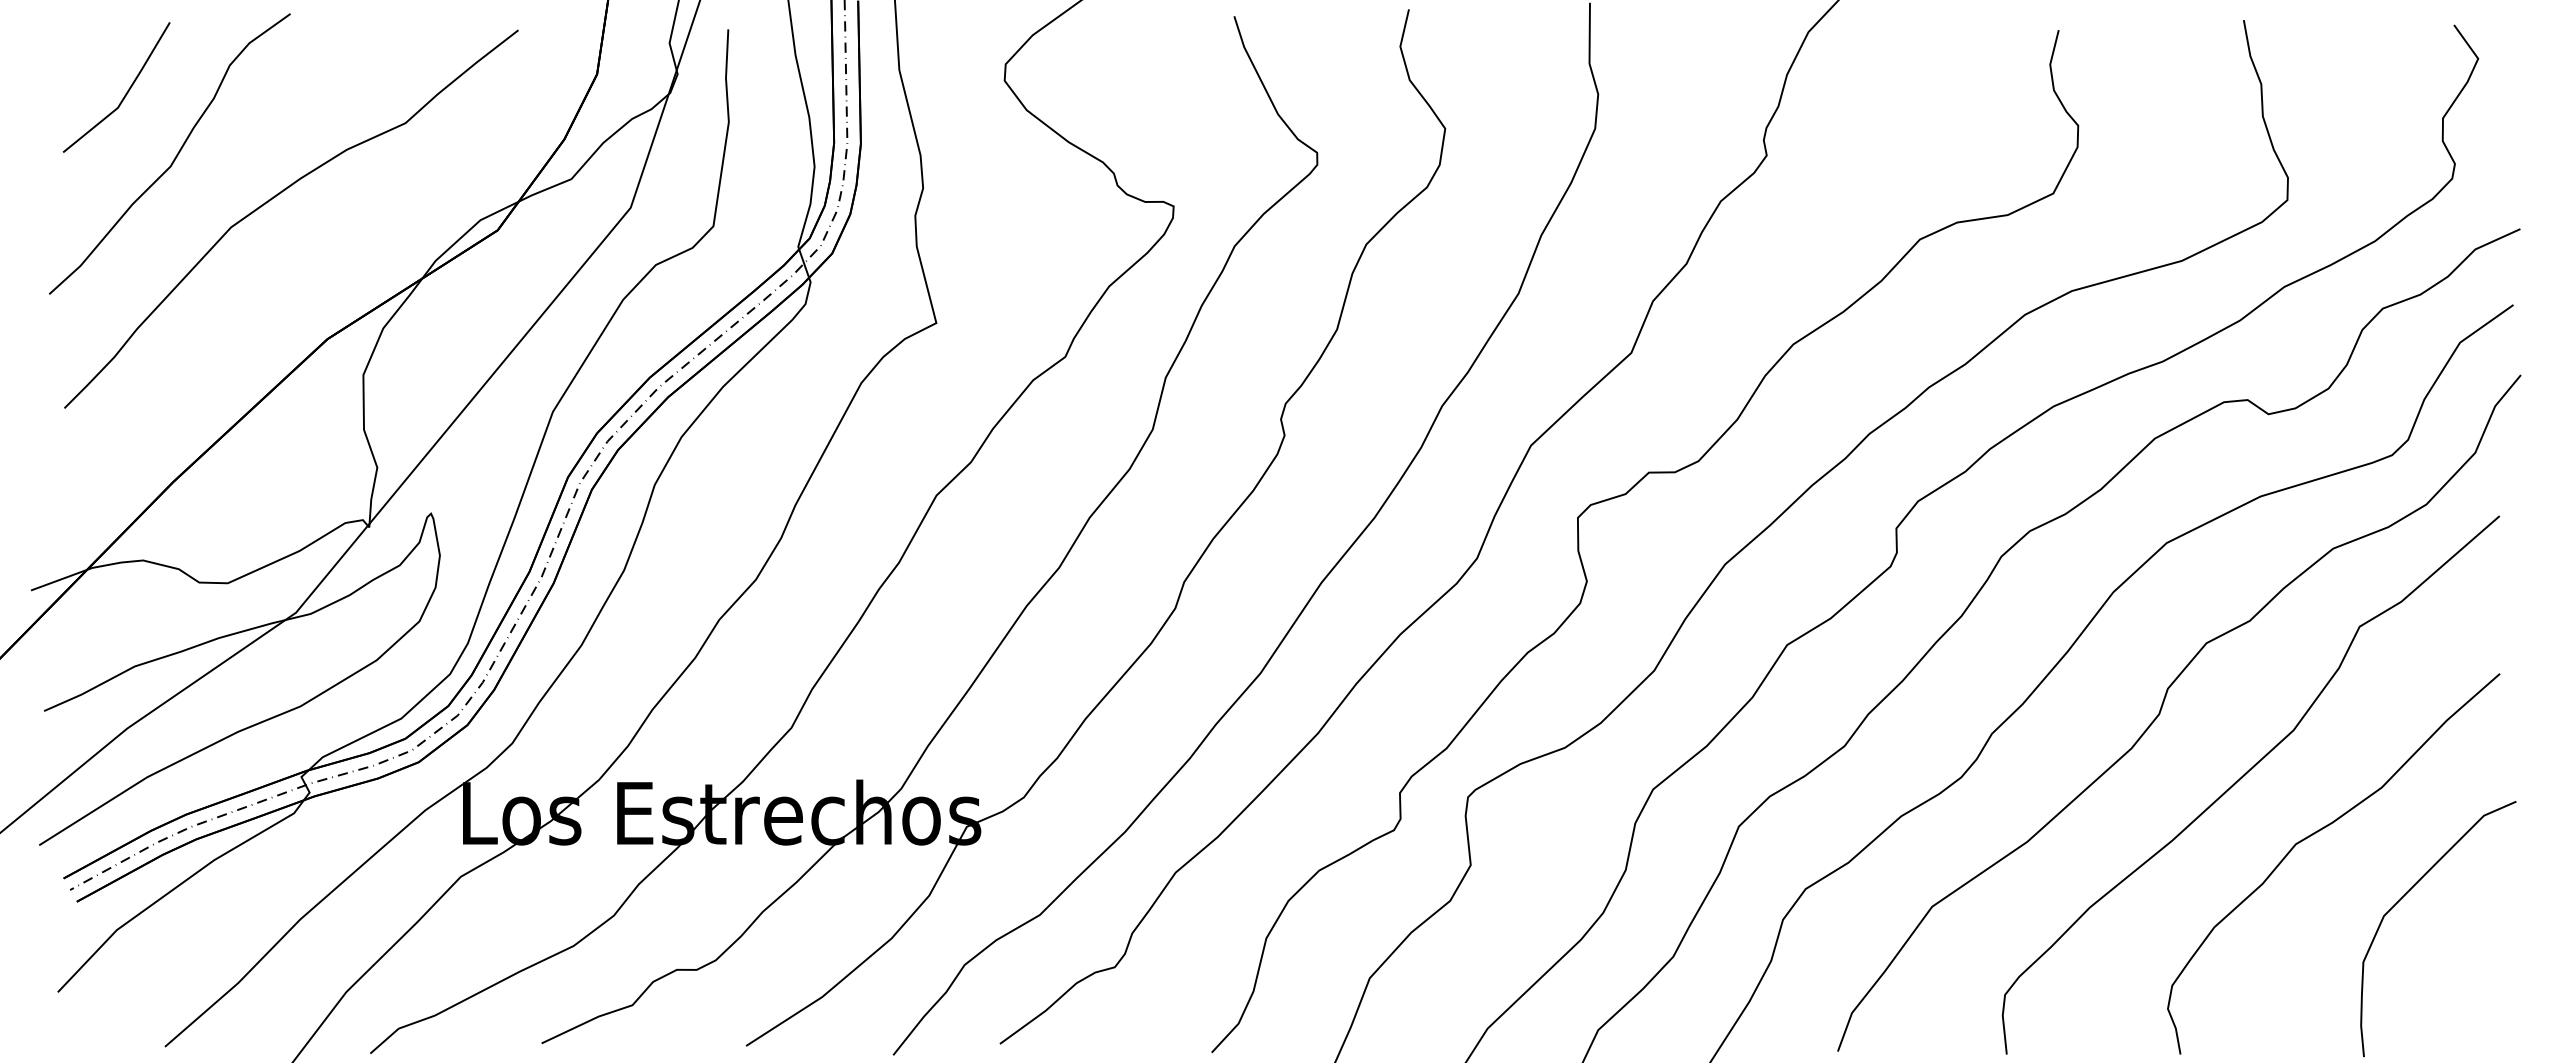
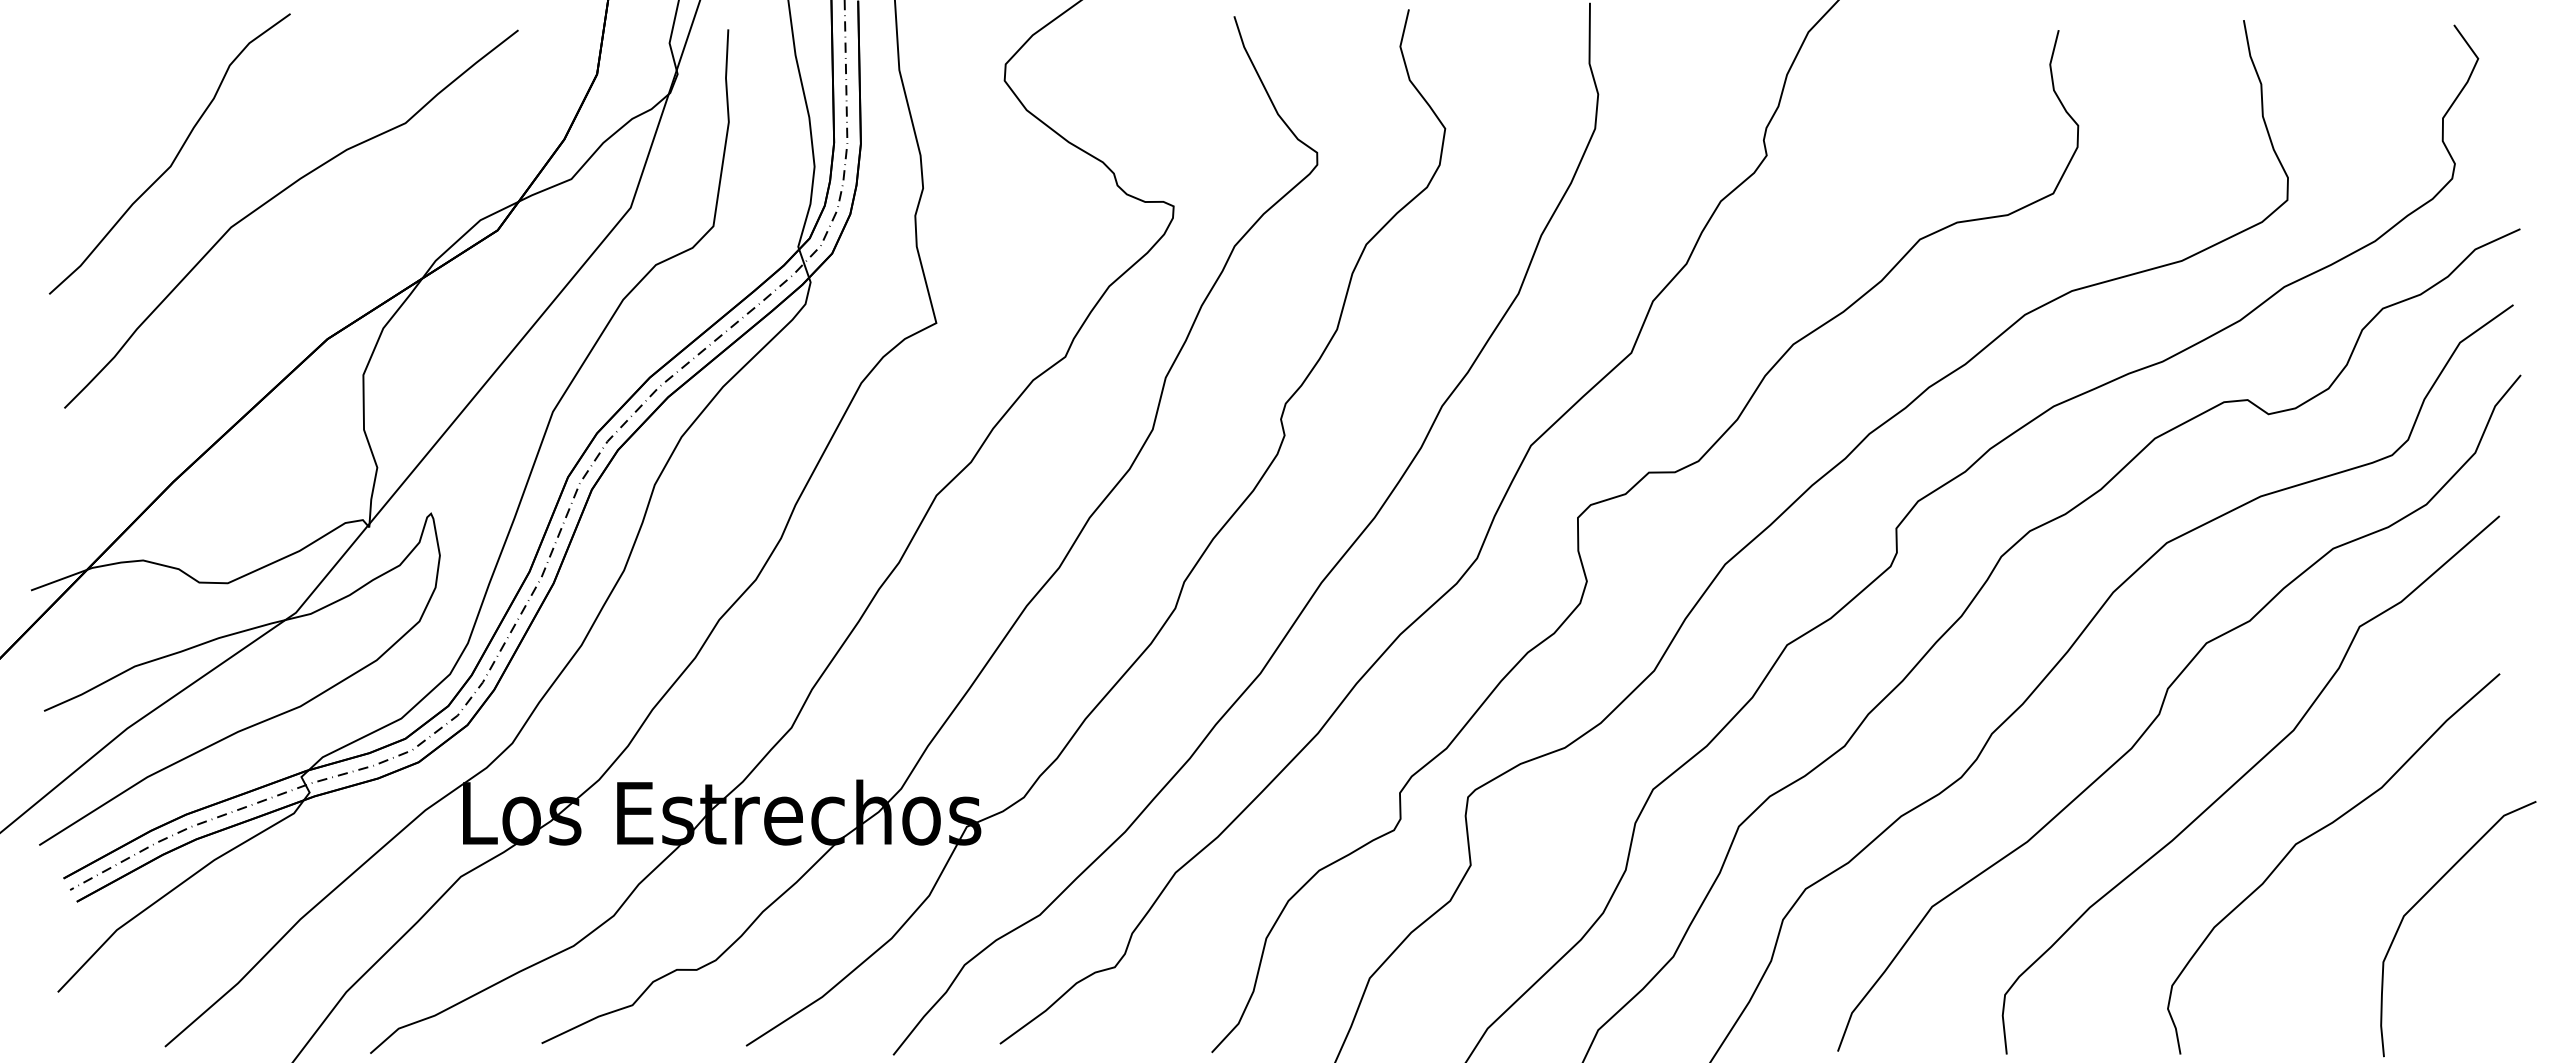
line at (125, 93): present -> none
curve at (2405, 895) position: (2405, 895) -> (2425, 895)
